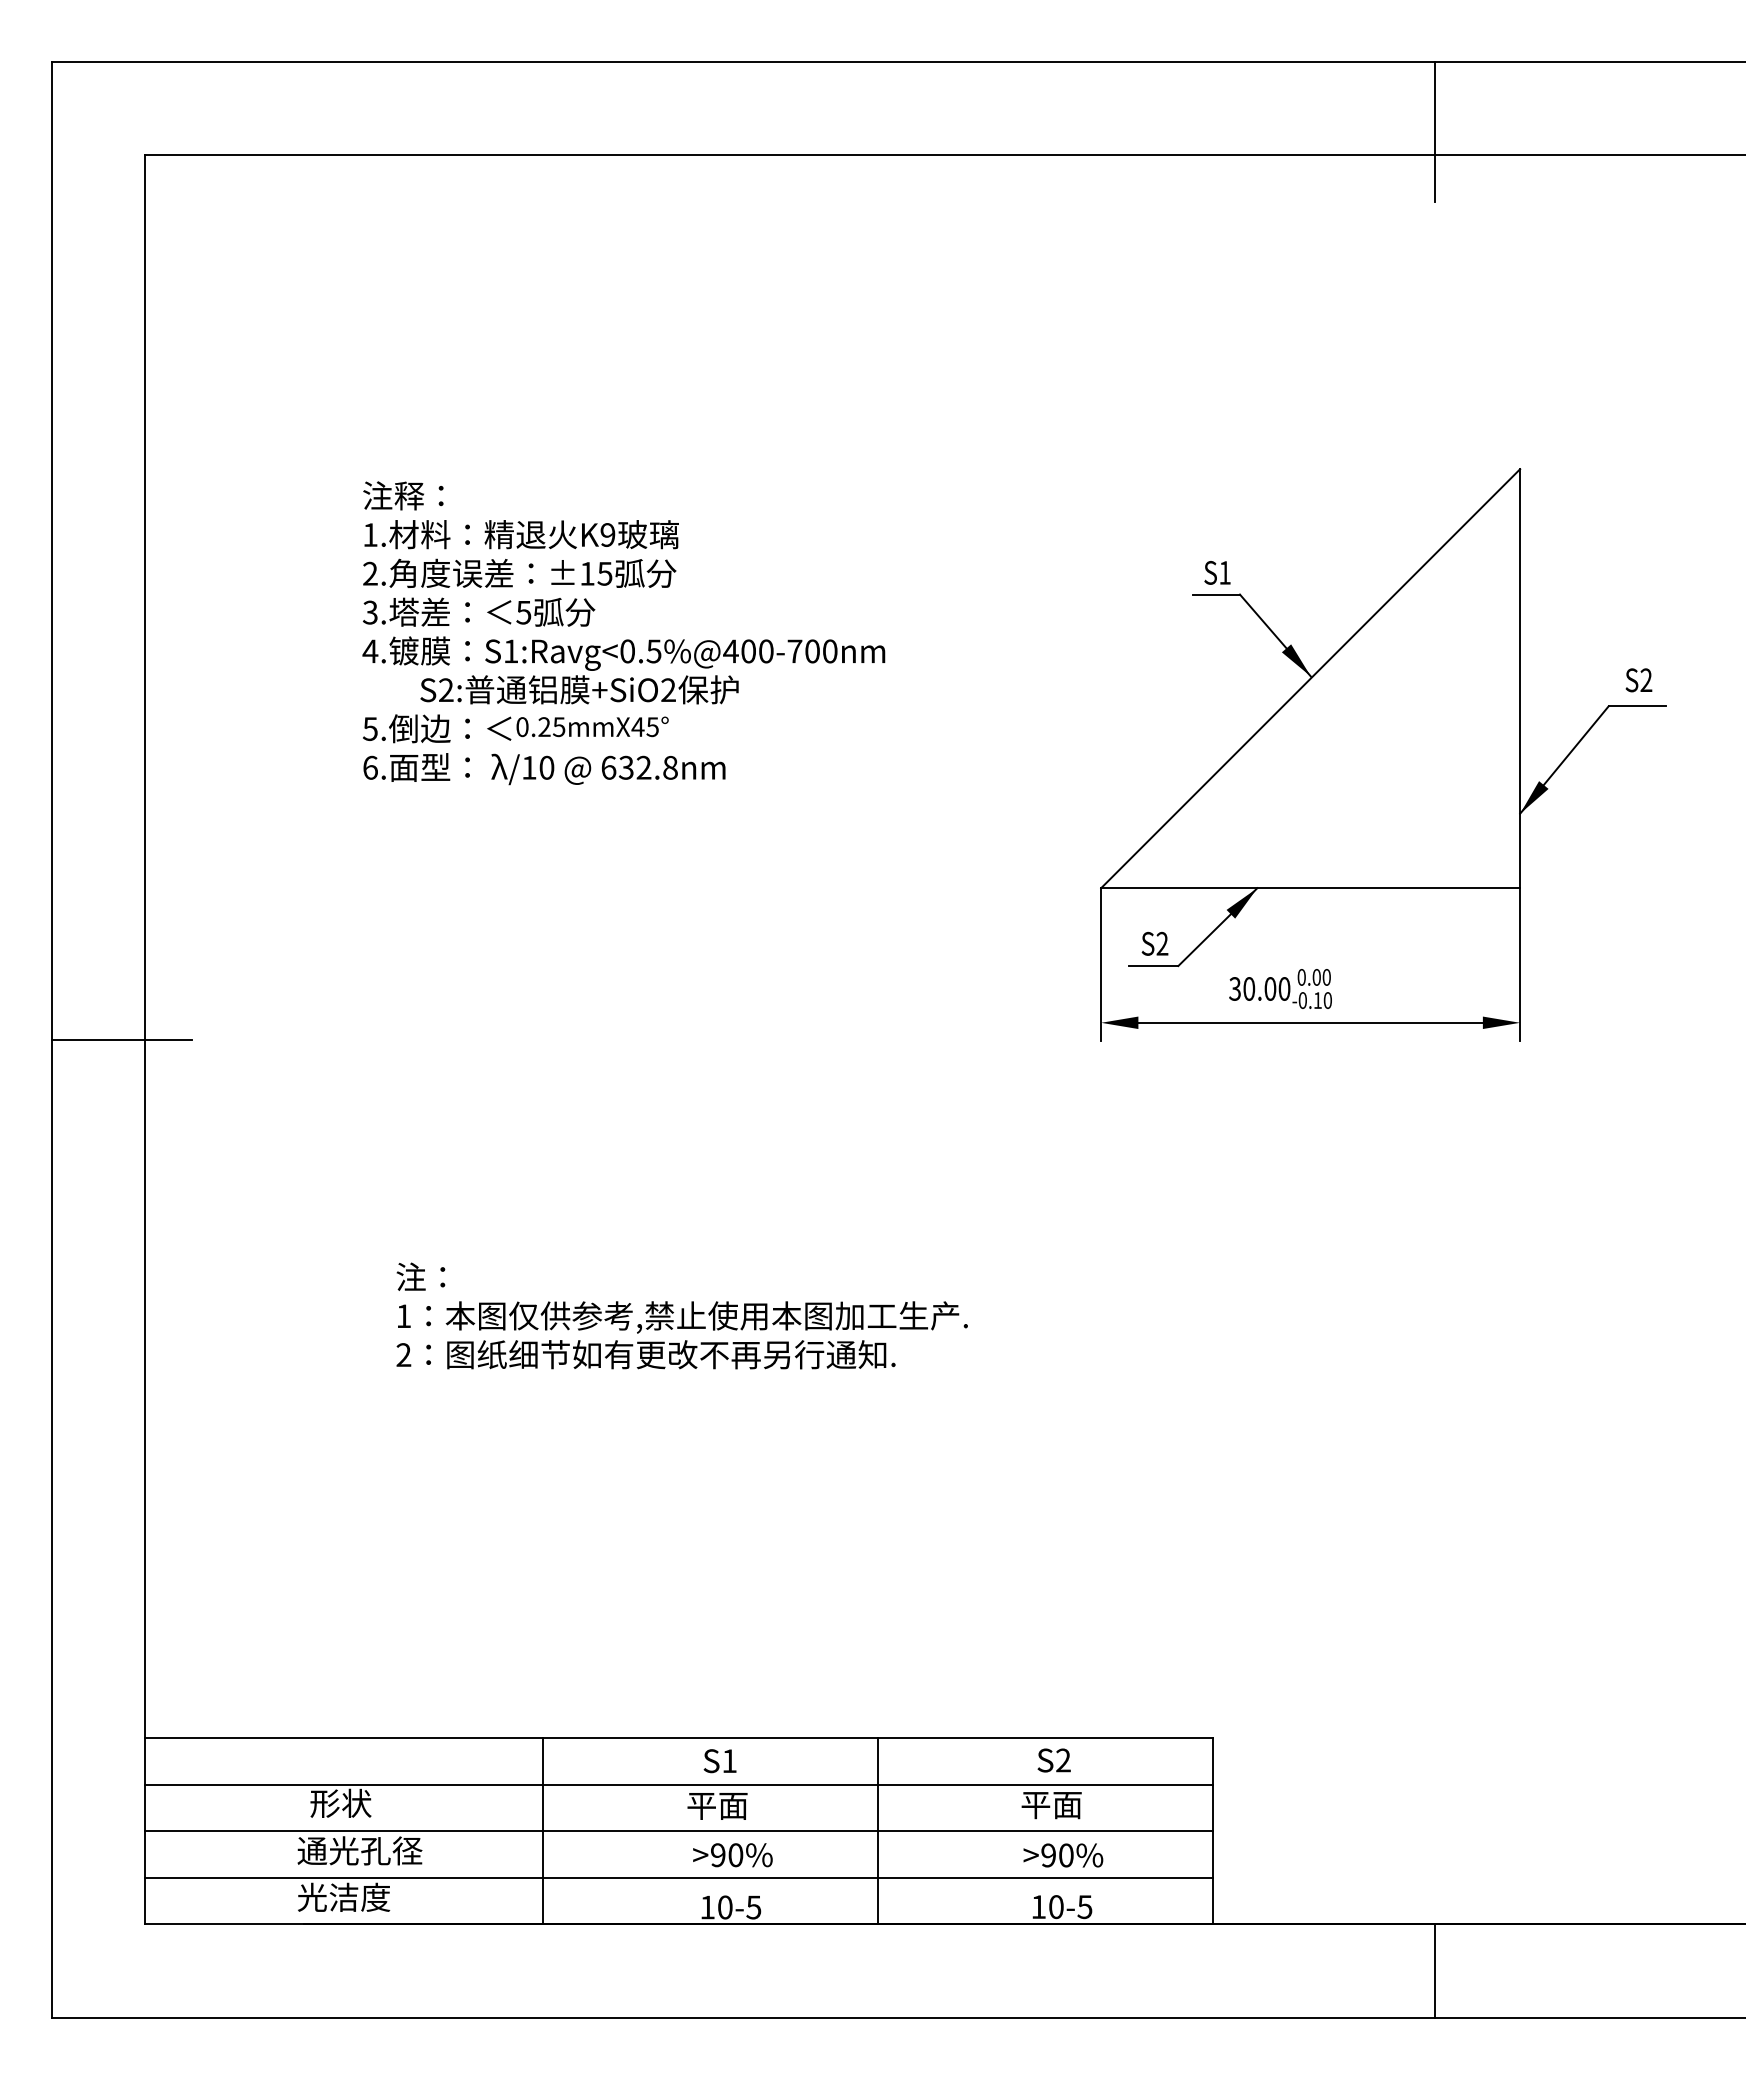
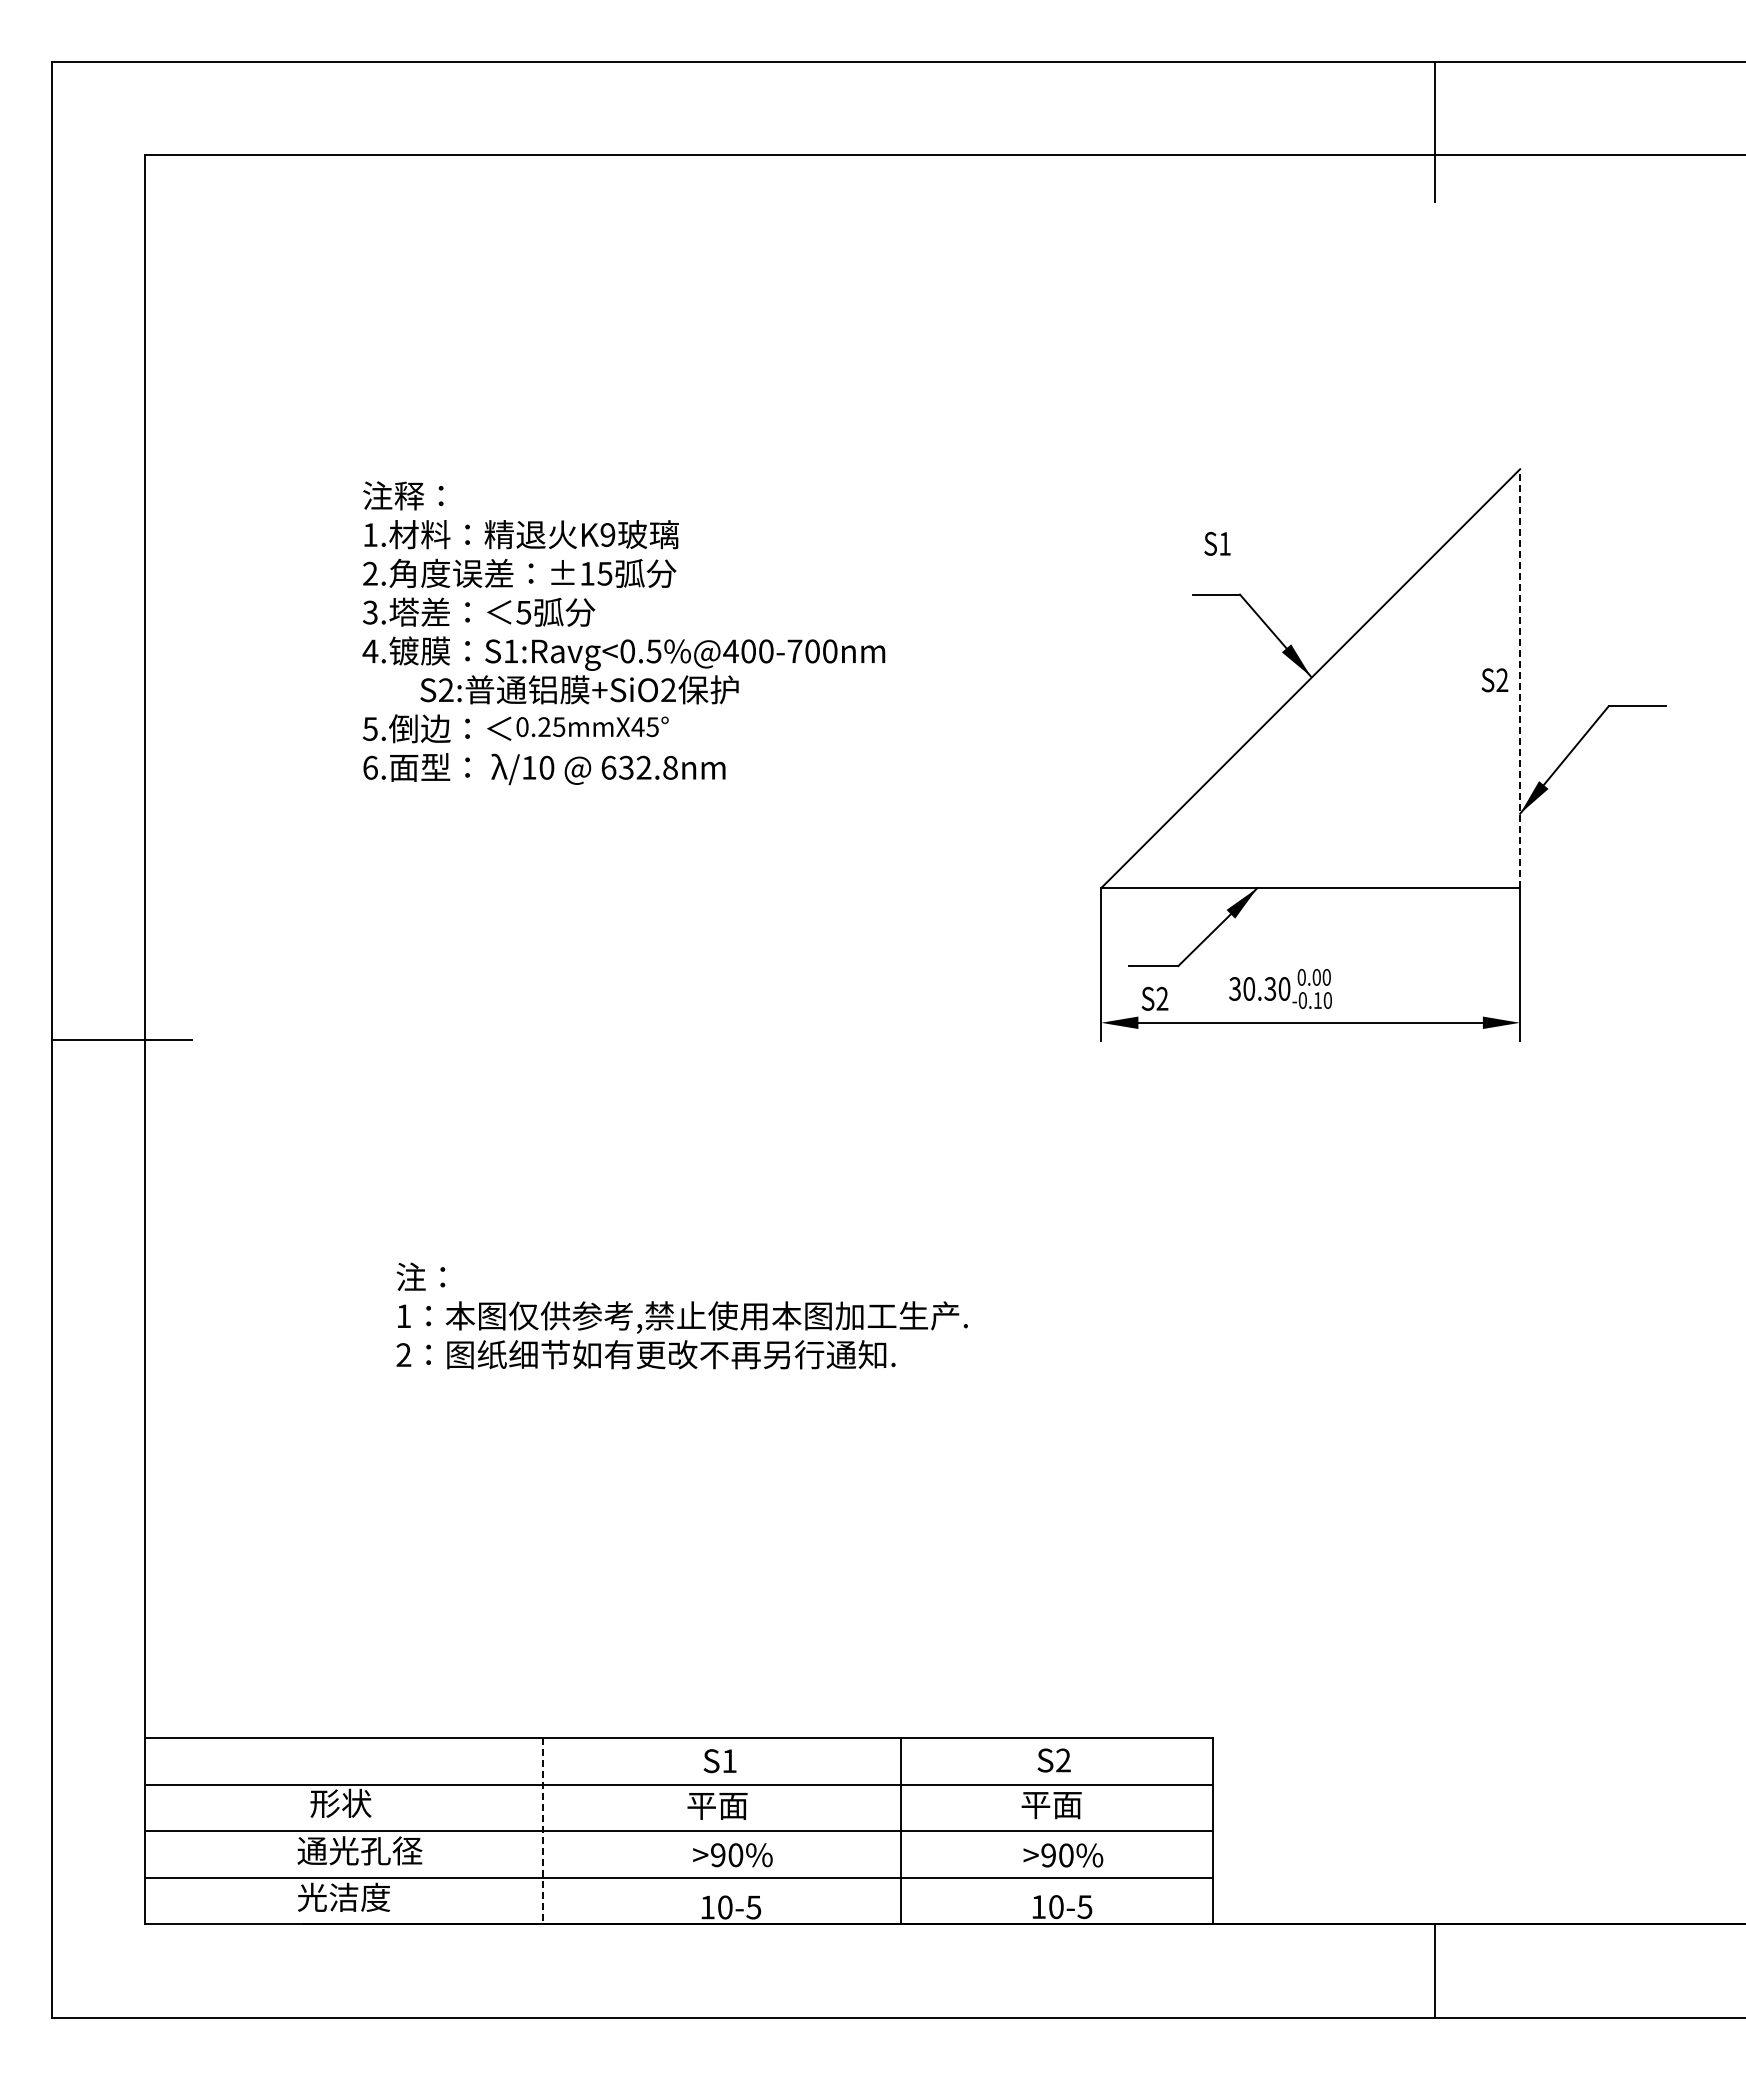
text at (1217, 572) position: (1217, 572) -> (1217, 543)
line at (1520, 678): solid -> dashed
text at (1638, 680) position: (1638, 680) -> (1494, 680)
text at (1154, 943) position: (1154, 943) -> (1154, 998)
text at (1270, 988): 30.00 -> 30.30
line at (542, 1831): solid -> dashed
line at (877, 1831) position: (877, 1831) -> (900, 1831)
